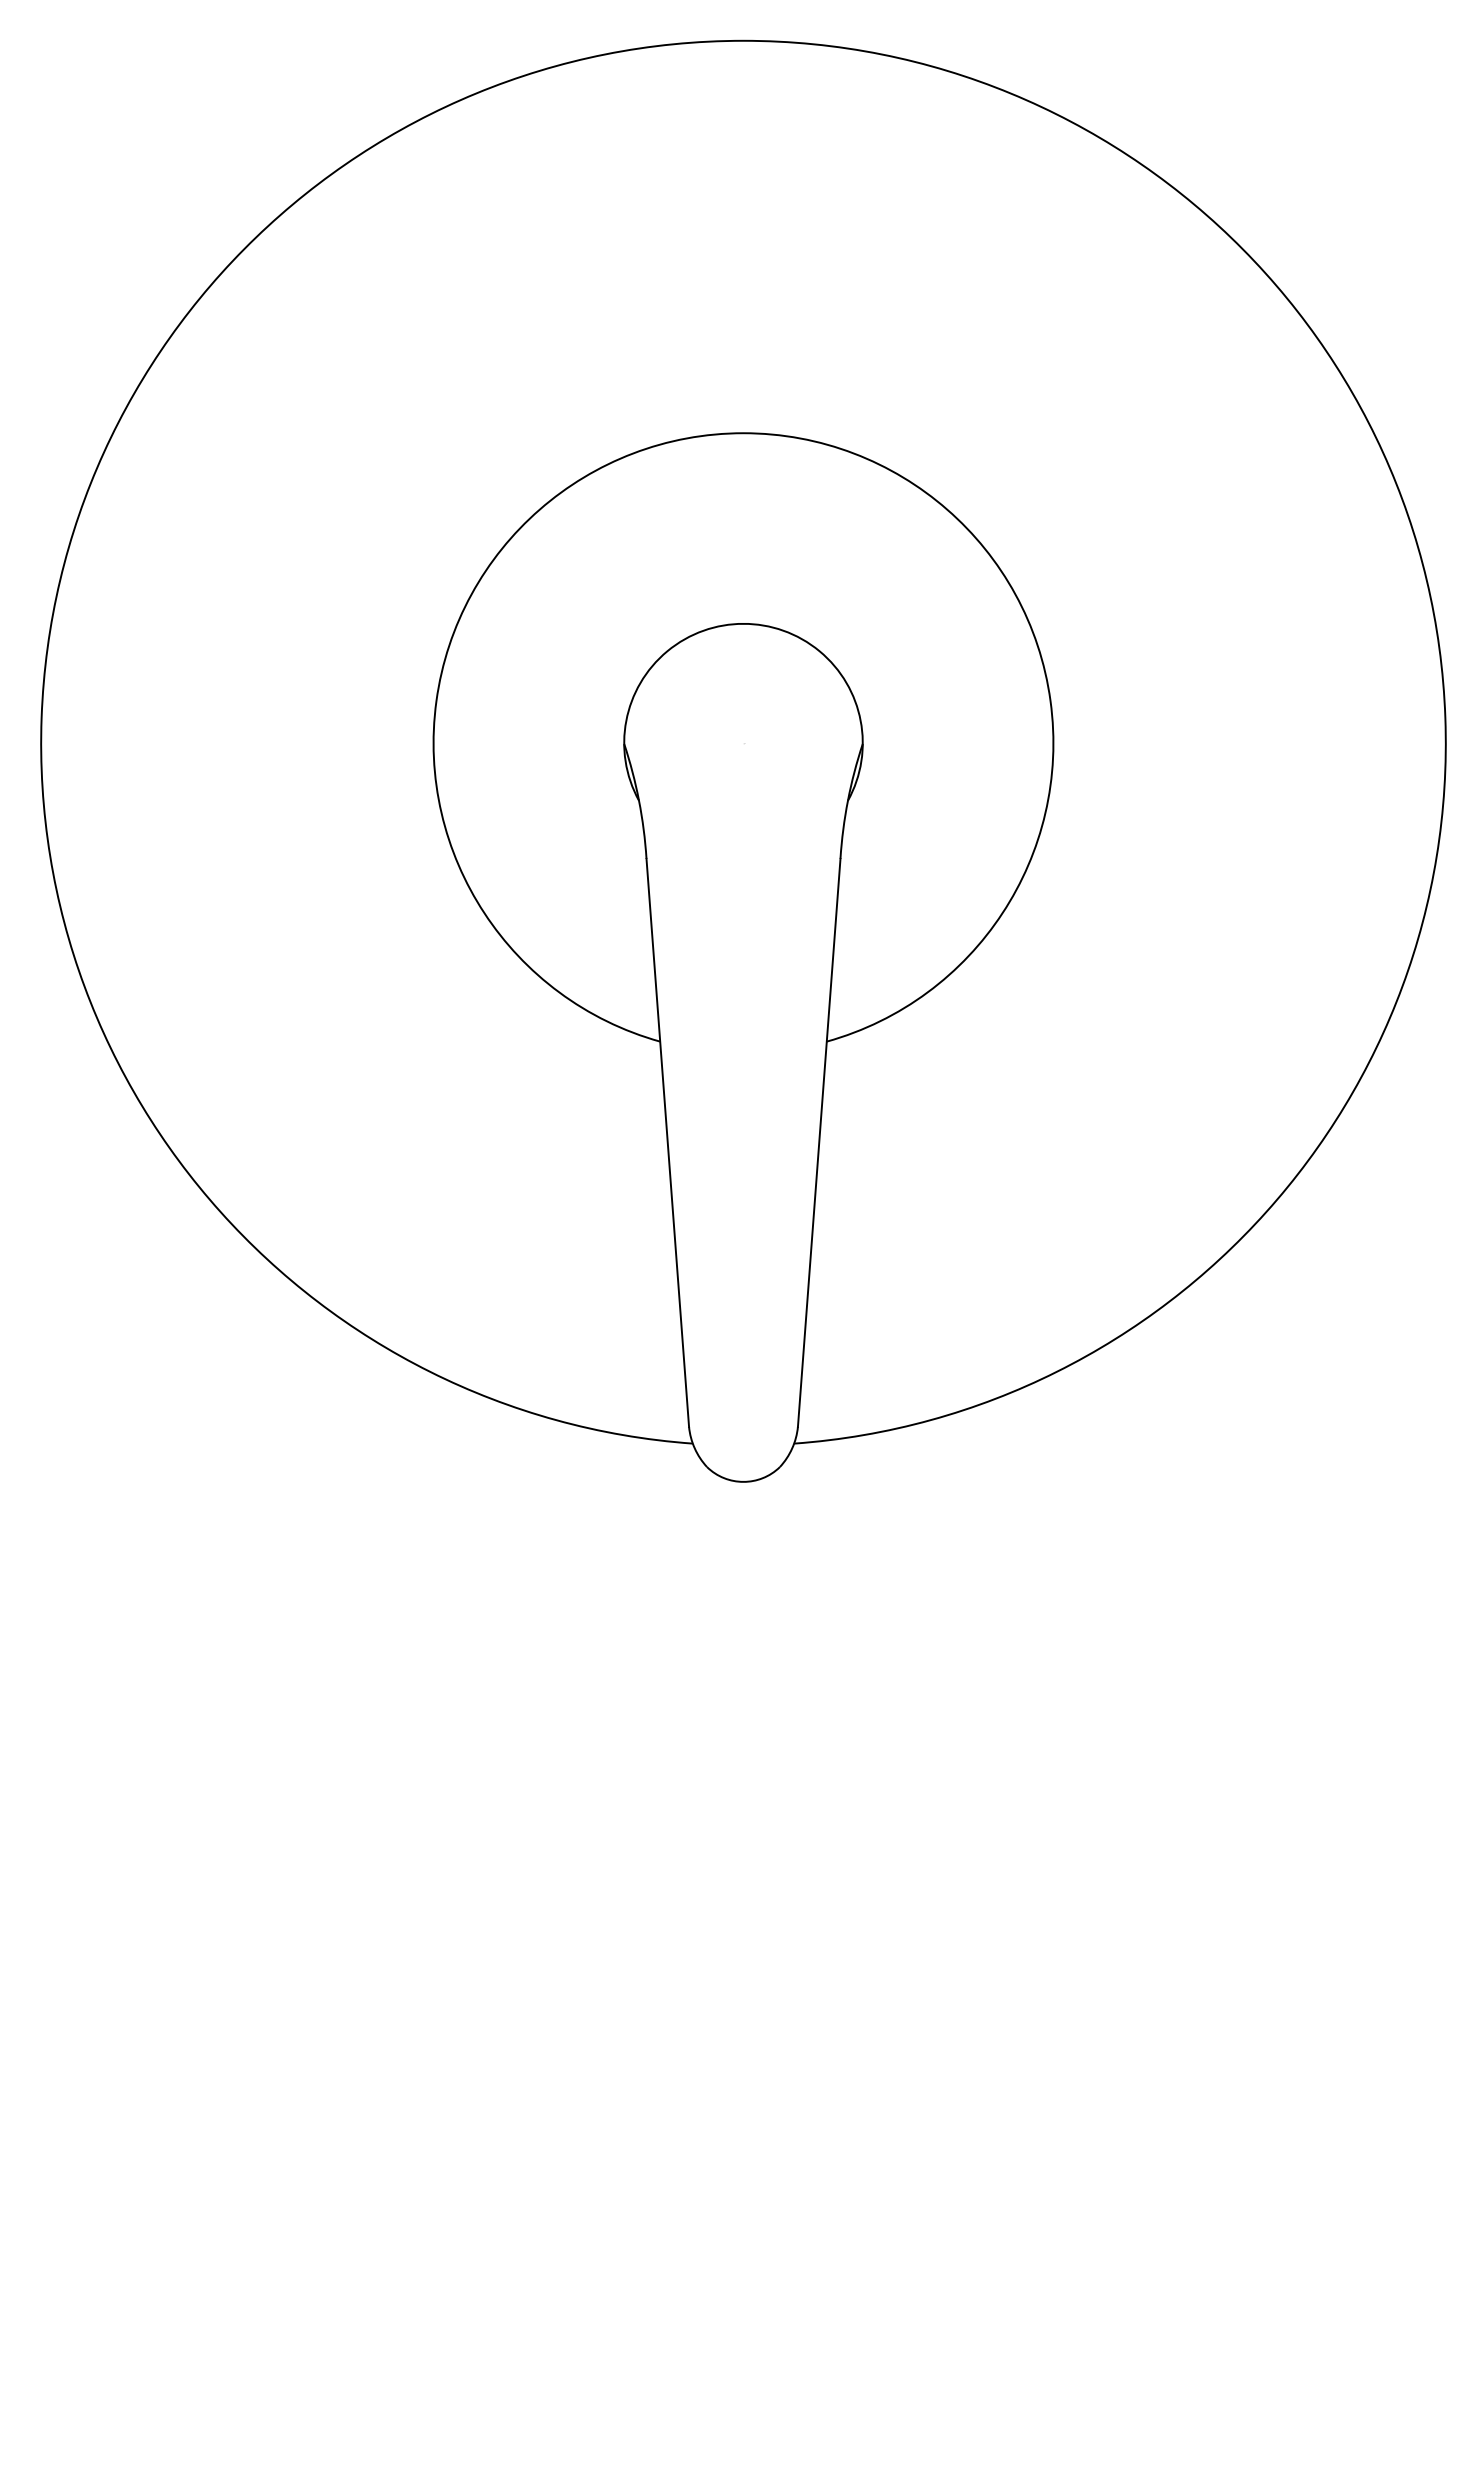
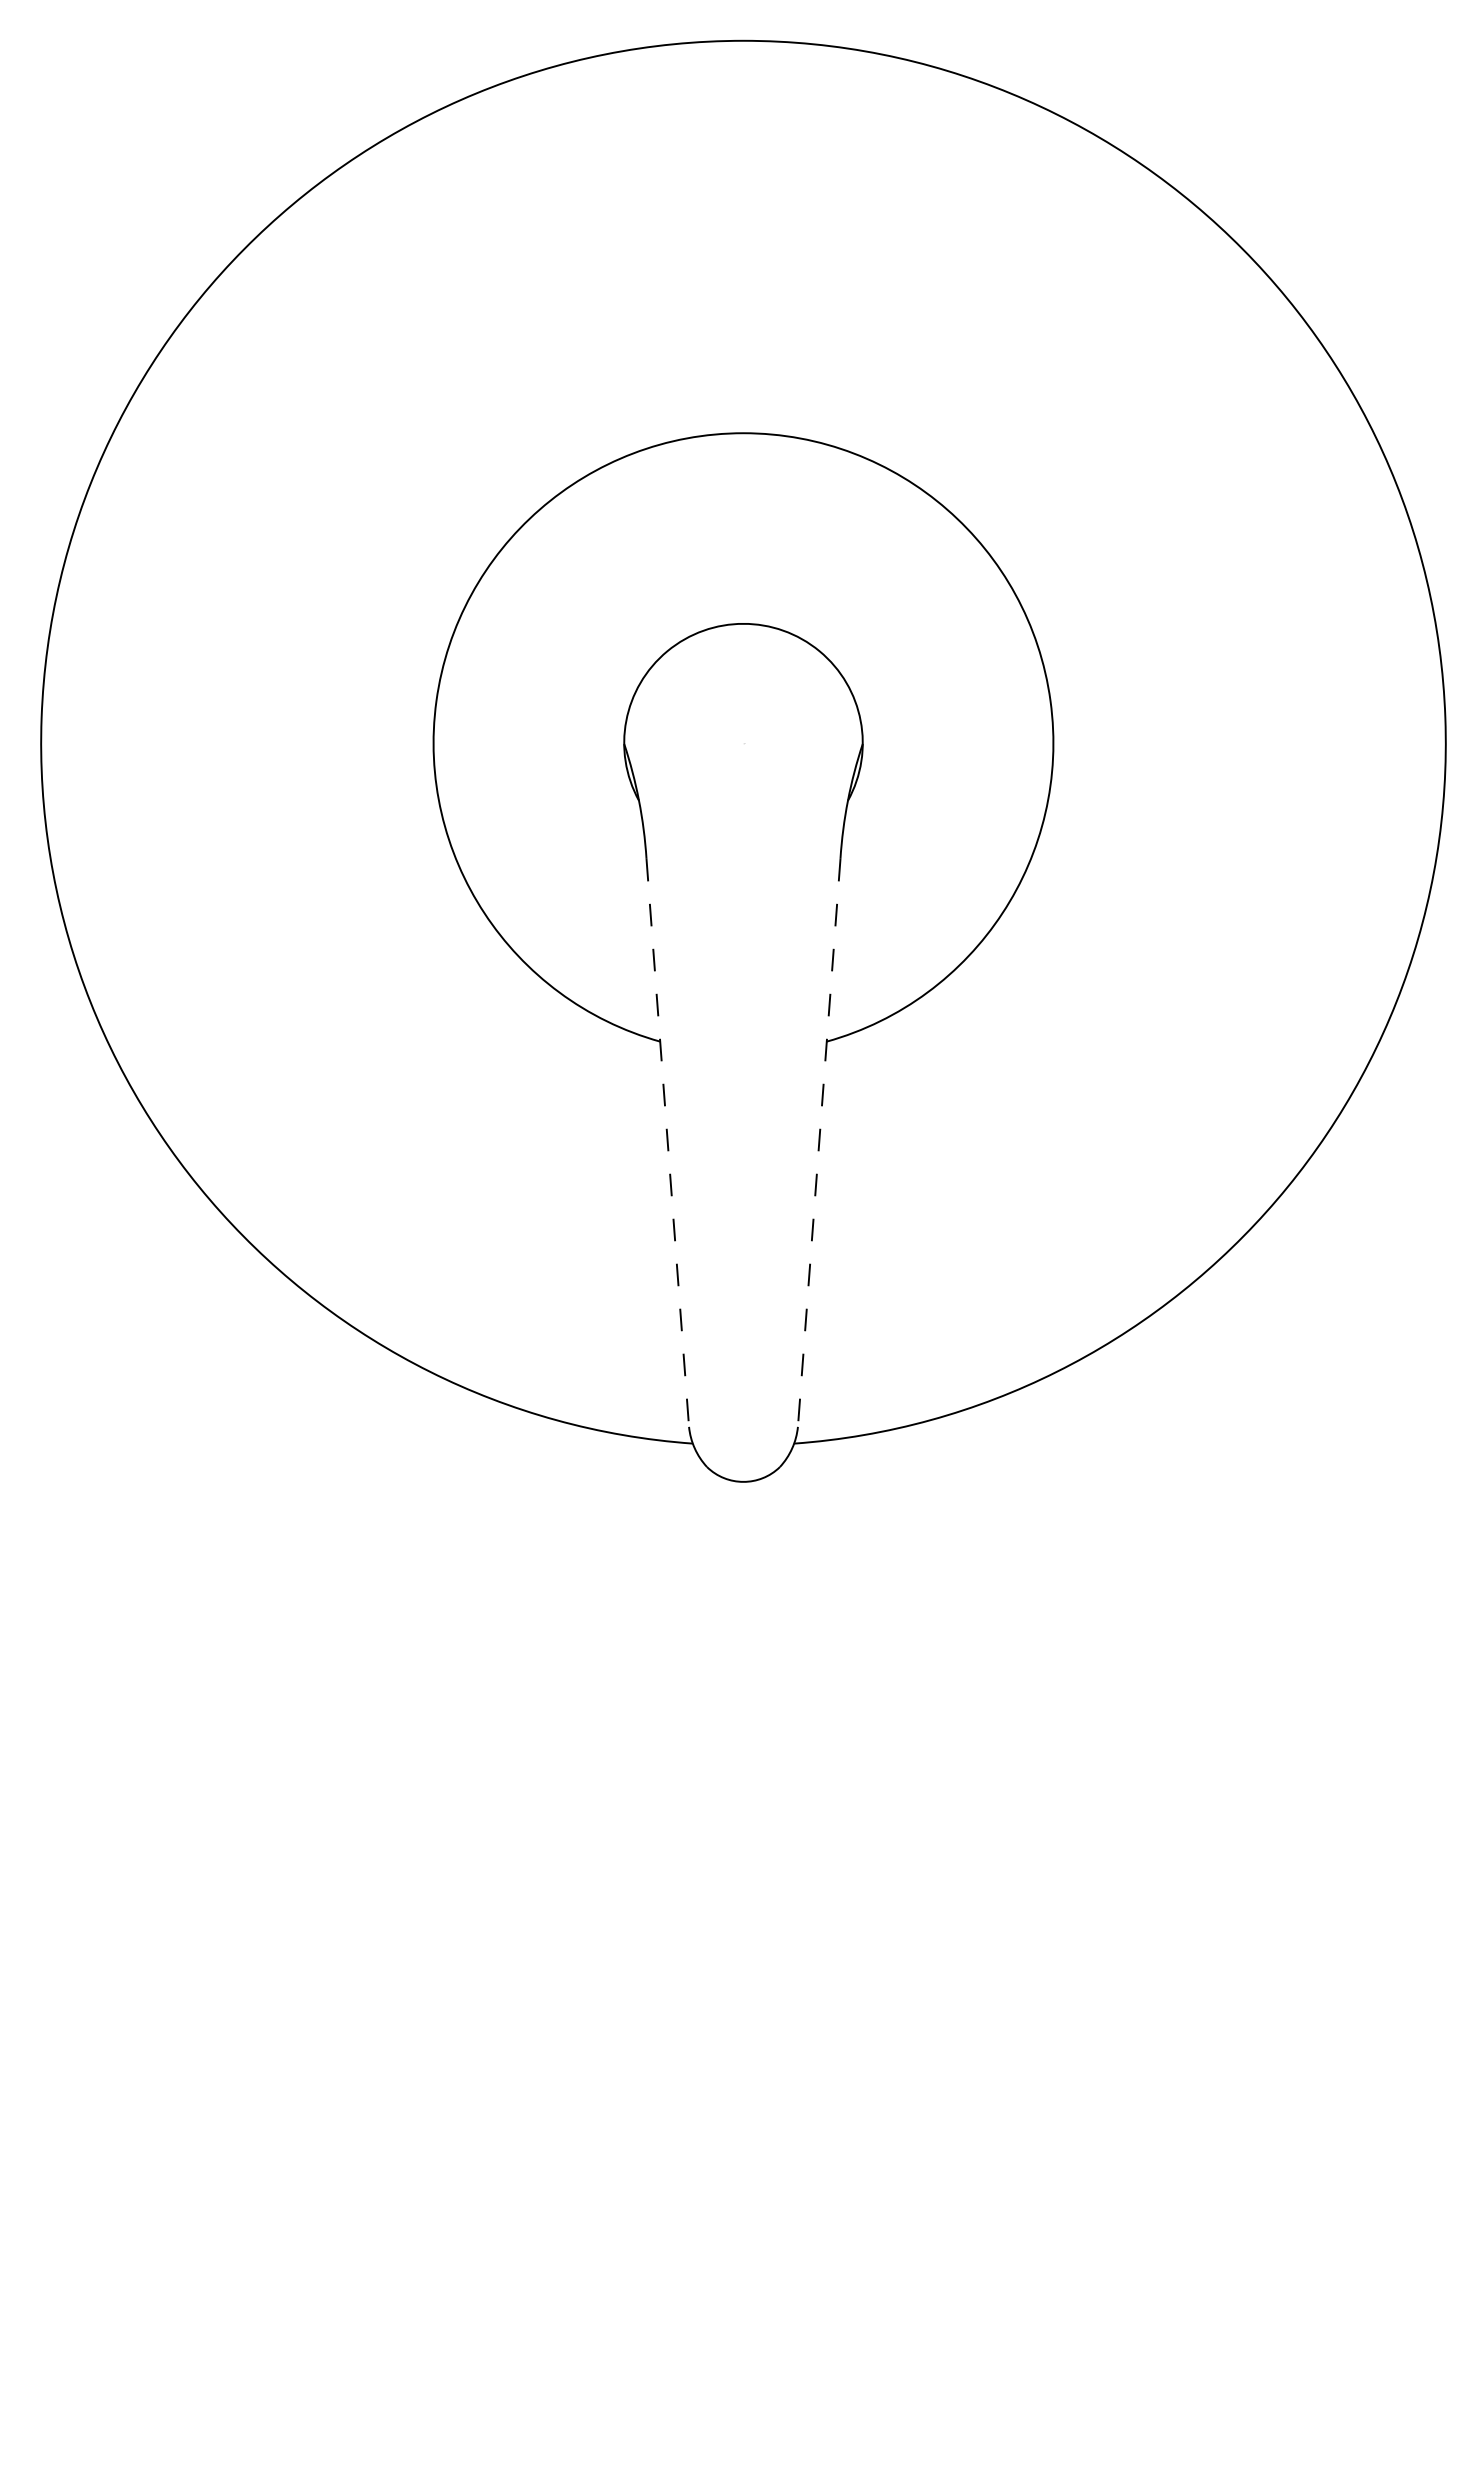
line at (667, 1142): solid -> dashed
line at (819, 1142): solid -> dashed
